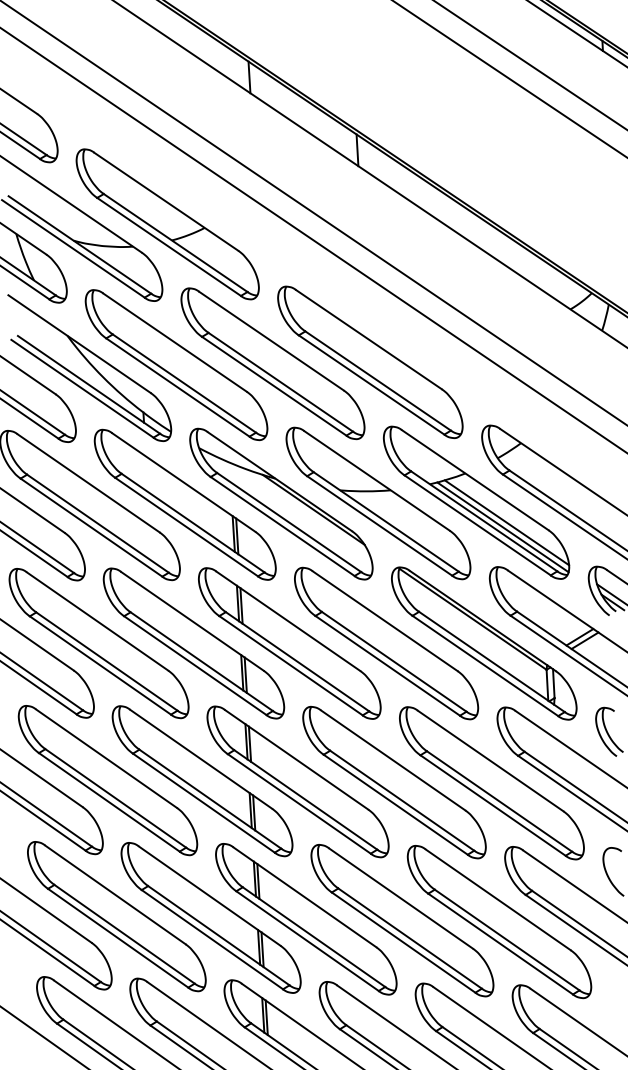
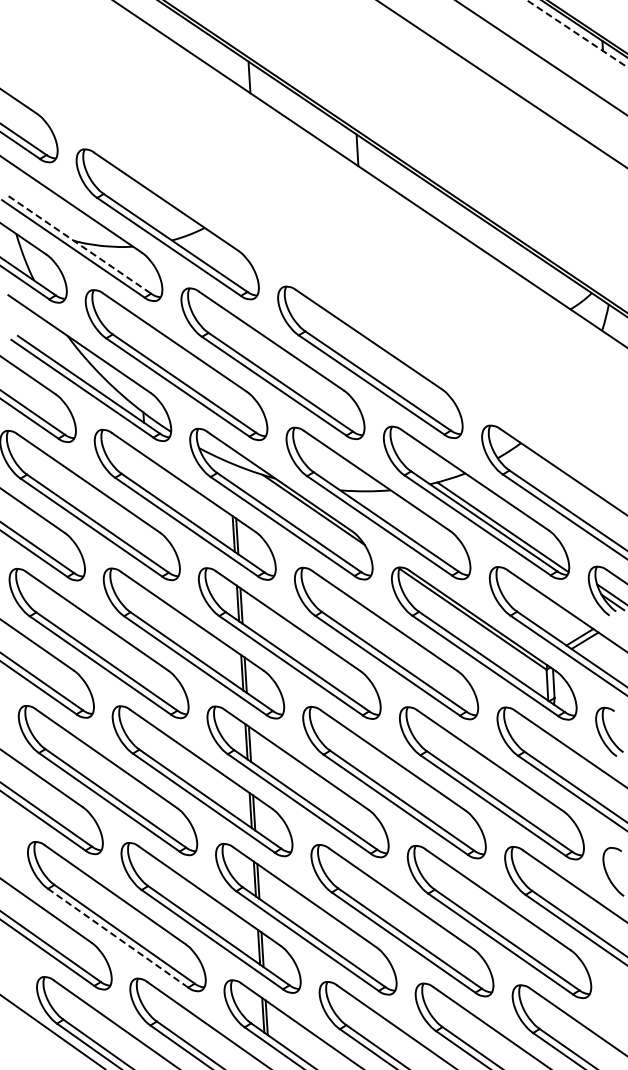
line at (576, 33): solid -> dashed
line at (529, 65) position: (529, 65) -> (540, 57)
line at (509, 78) position: (509, 78) -> (501, 84)
line at (313, 212): present -> none
line at (313, 240): present -> none
line at (80, 245): solid -> dashed
line at (506, 522): present -> none
line at (118, 938): solid -> dashed
line at (43, 1036) position: (43, 1036) -> (51, 1031)
